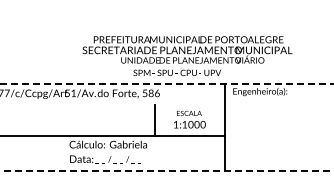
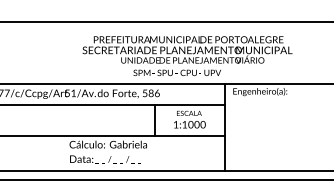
line at (166, 21): none -> present
line at (167, 84): dashed -> solid
line at (113, 104): none -> present
line at (166, 171): dashed -> solid
line at (166, 179): none -> present
